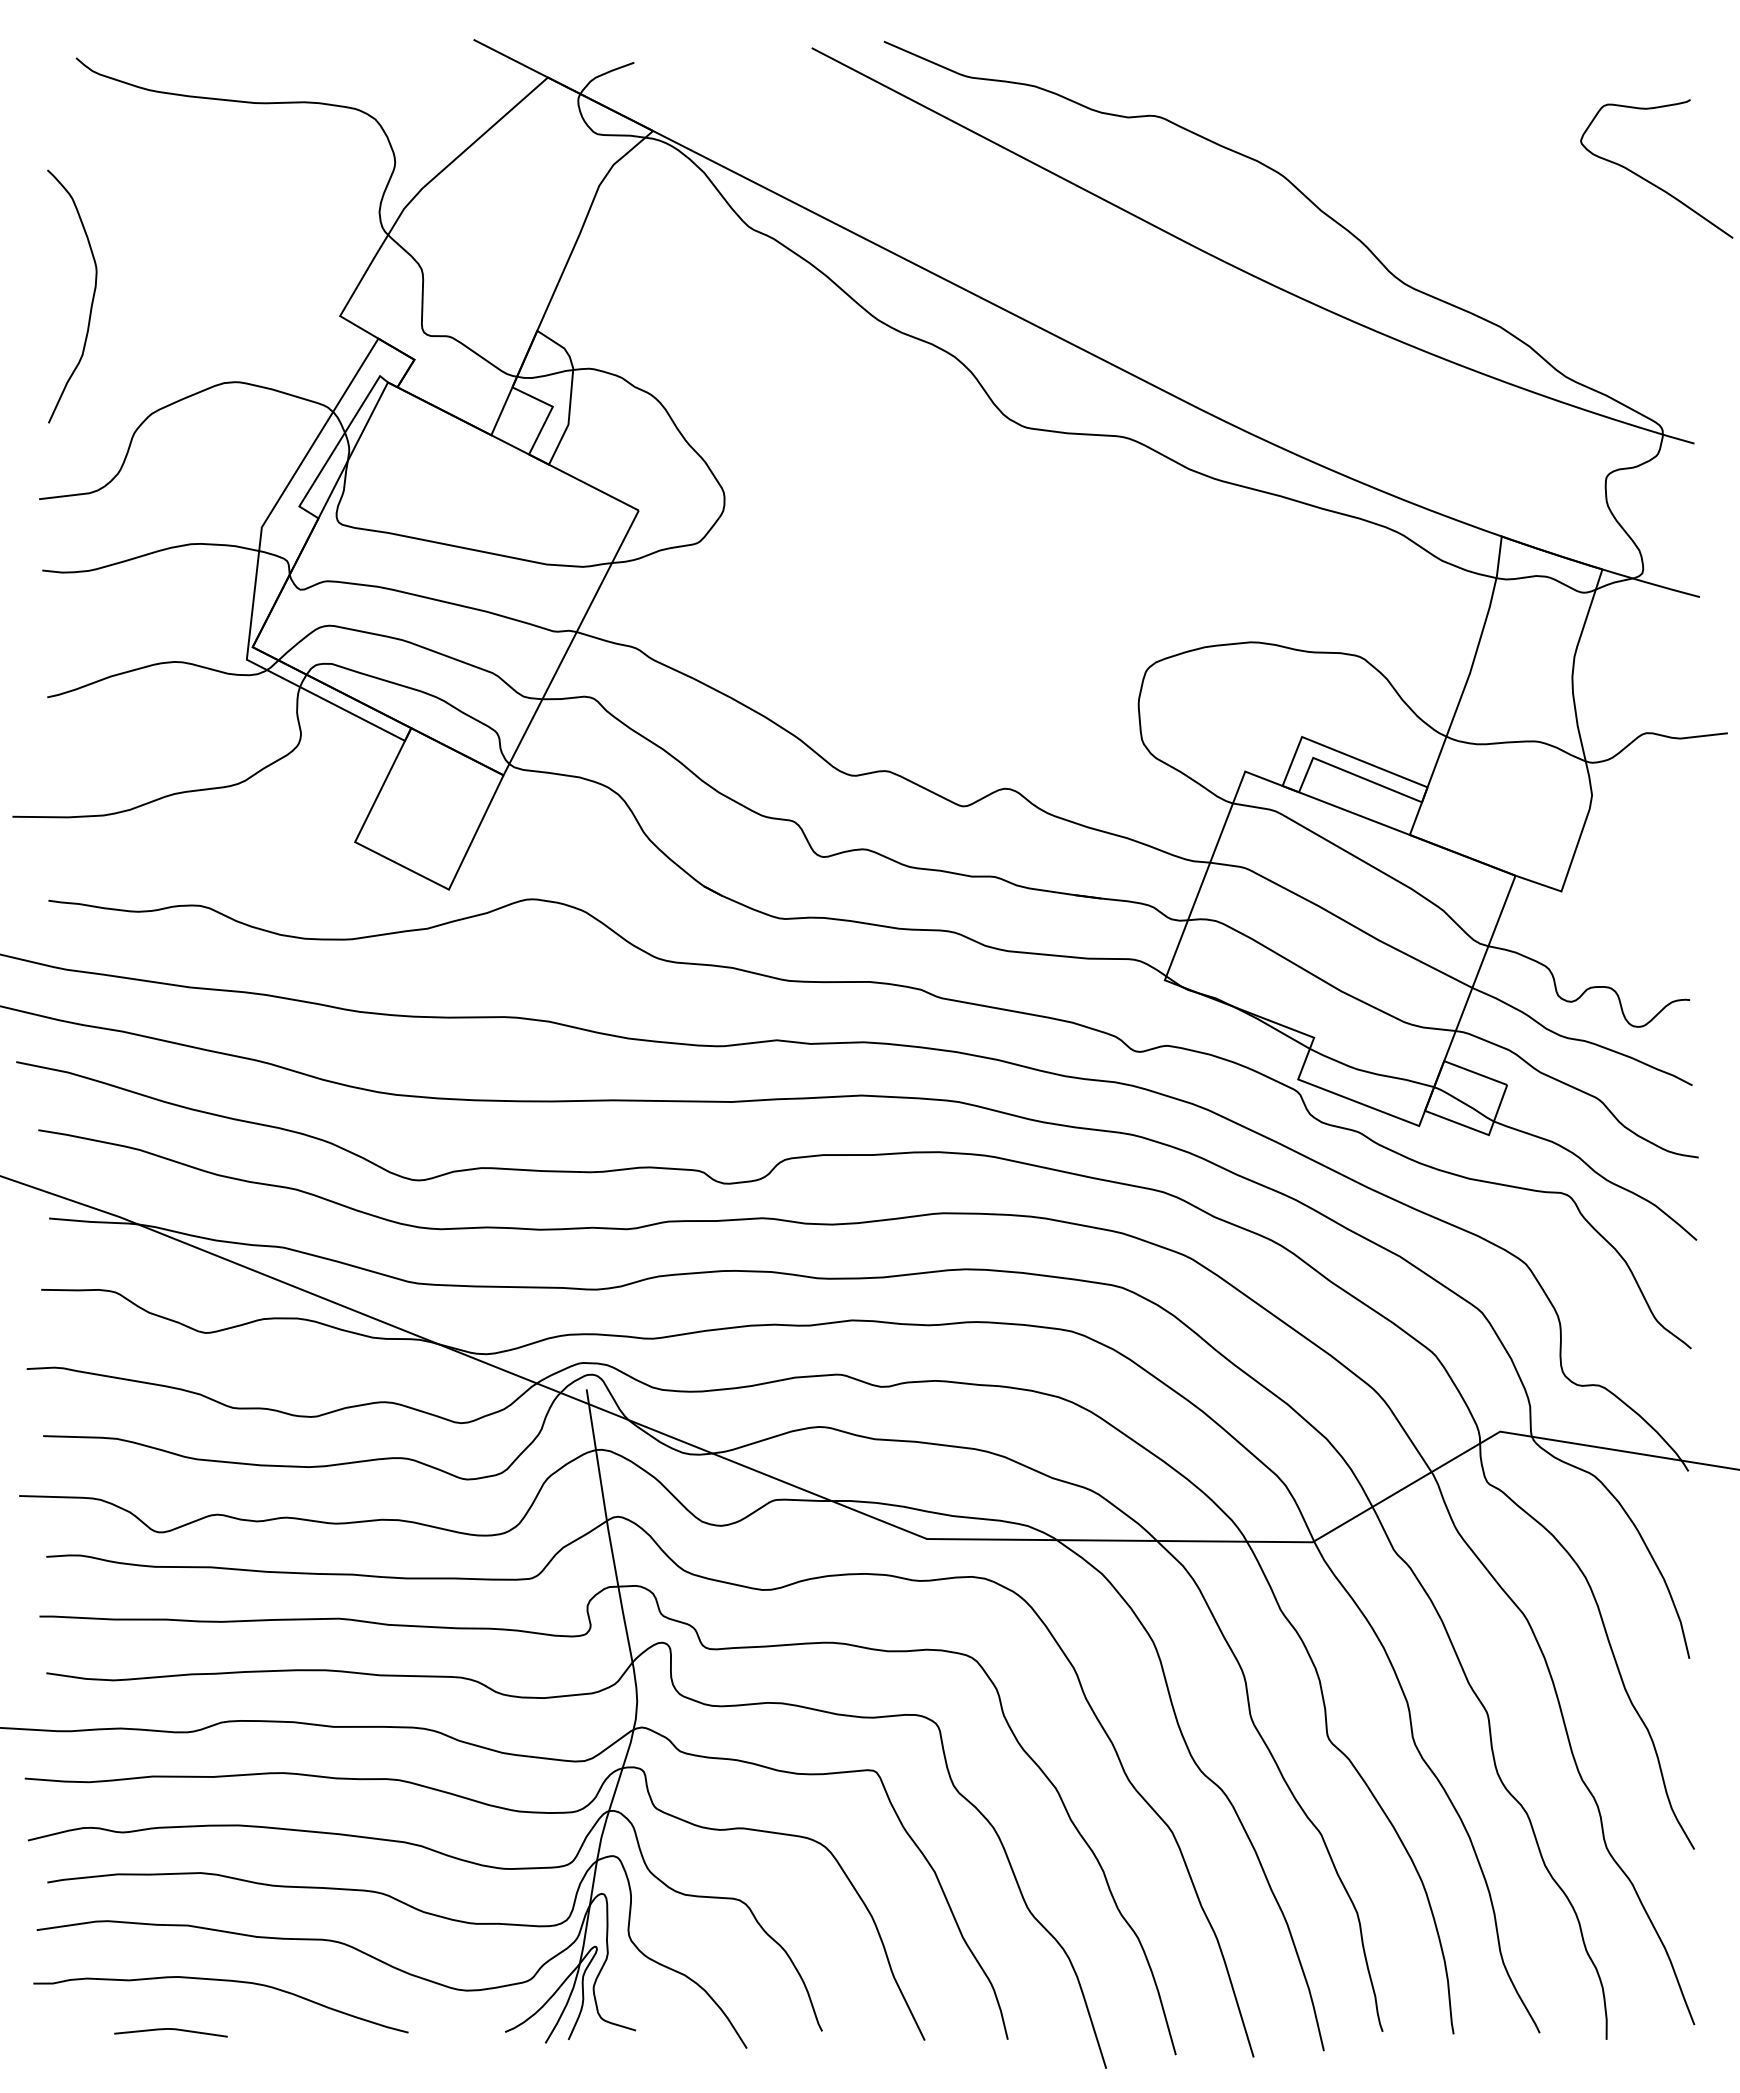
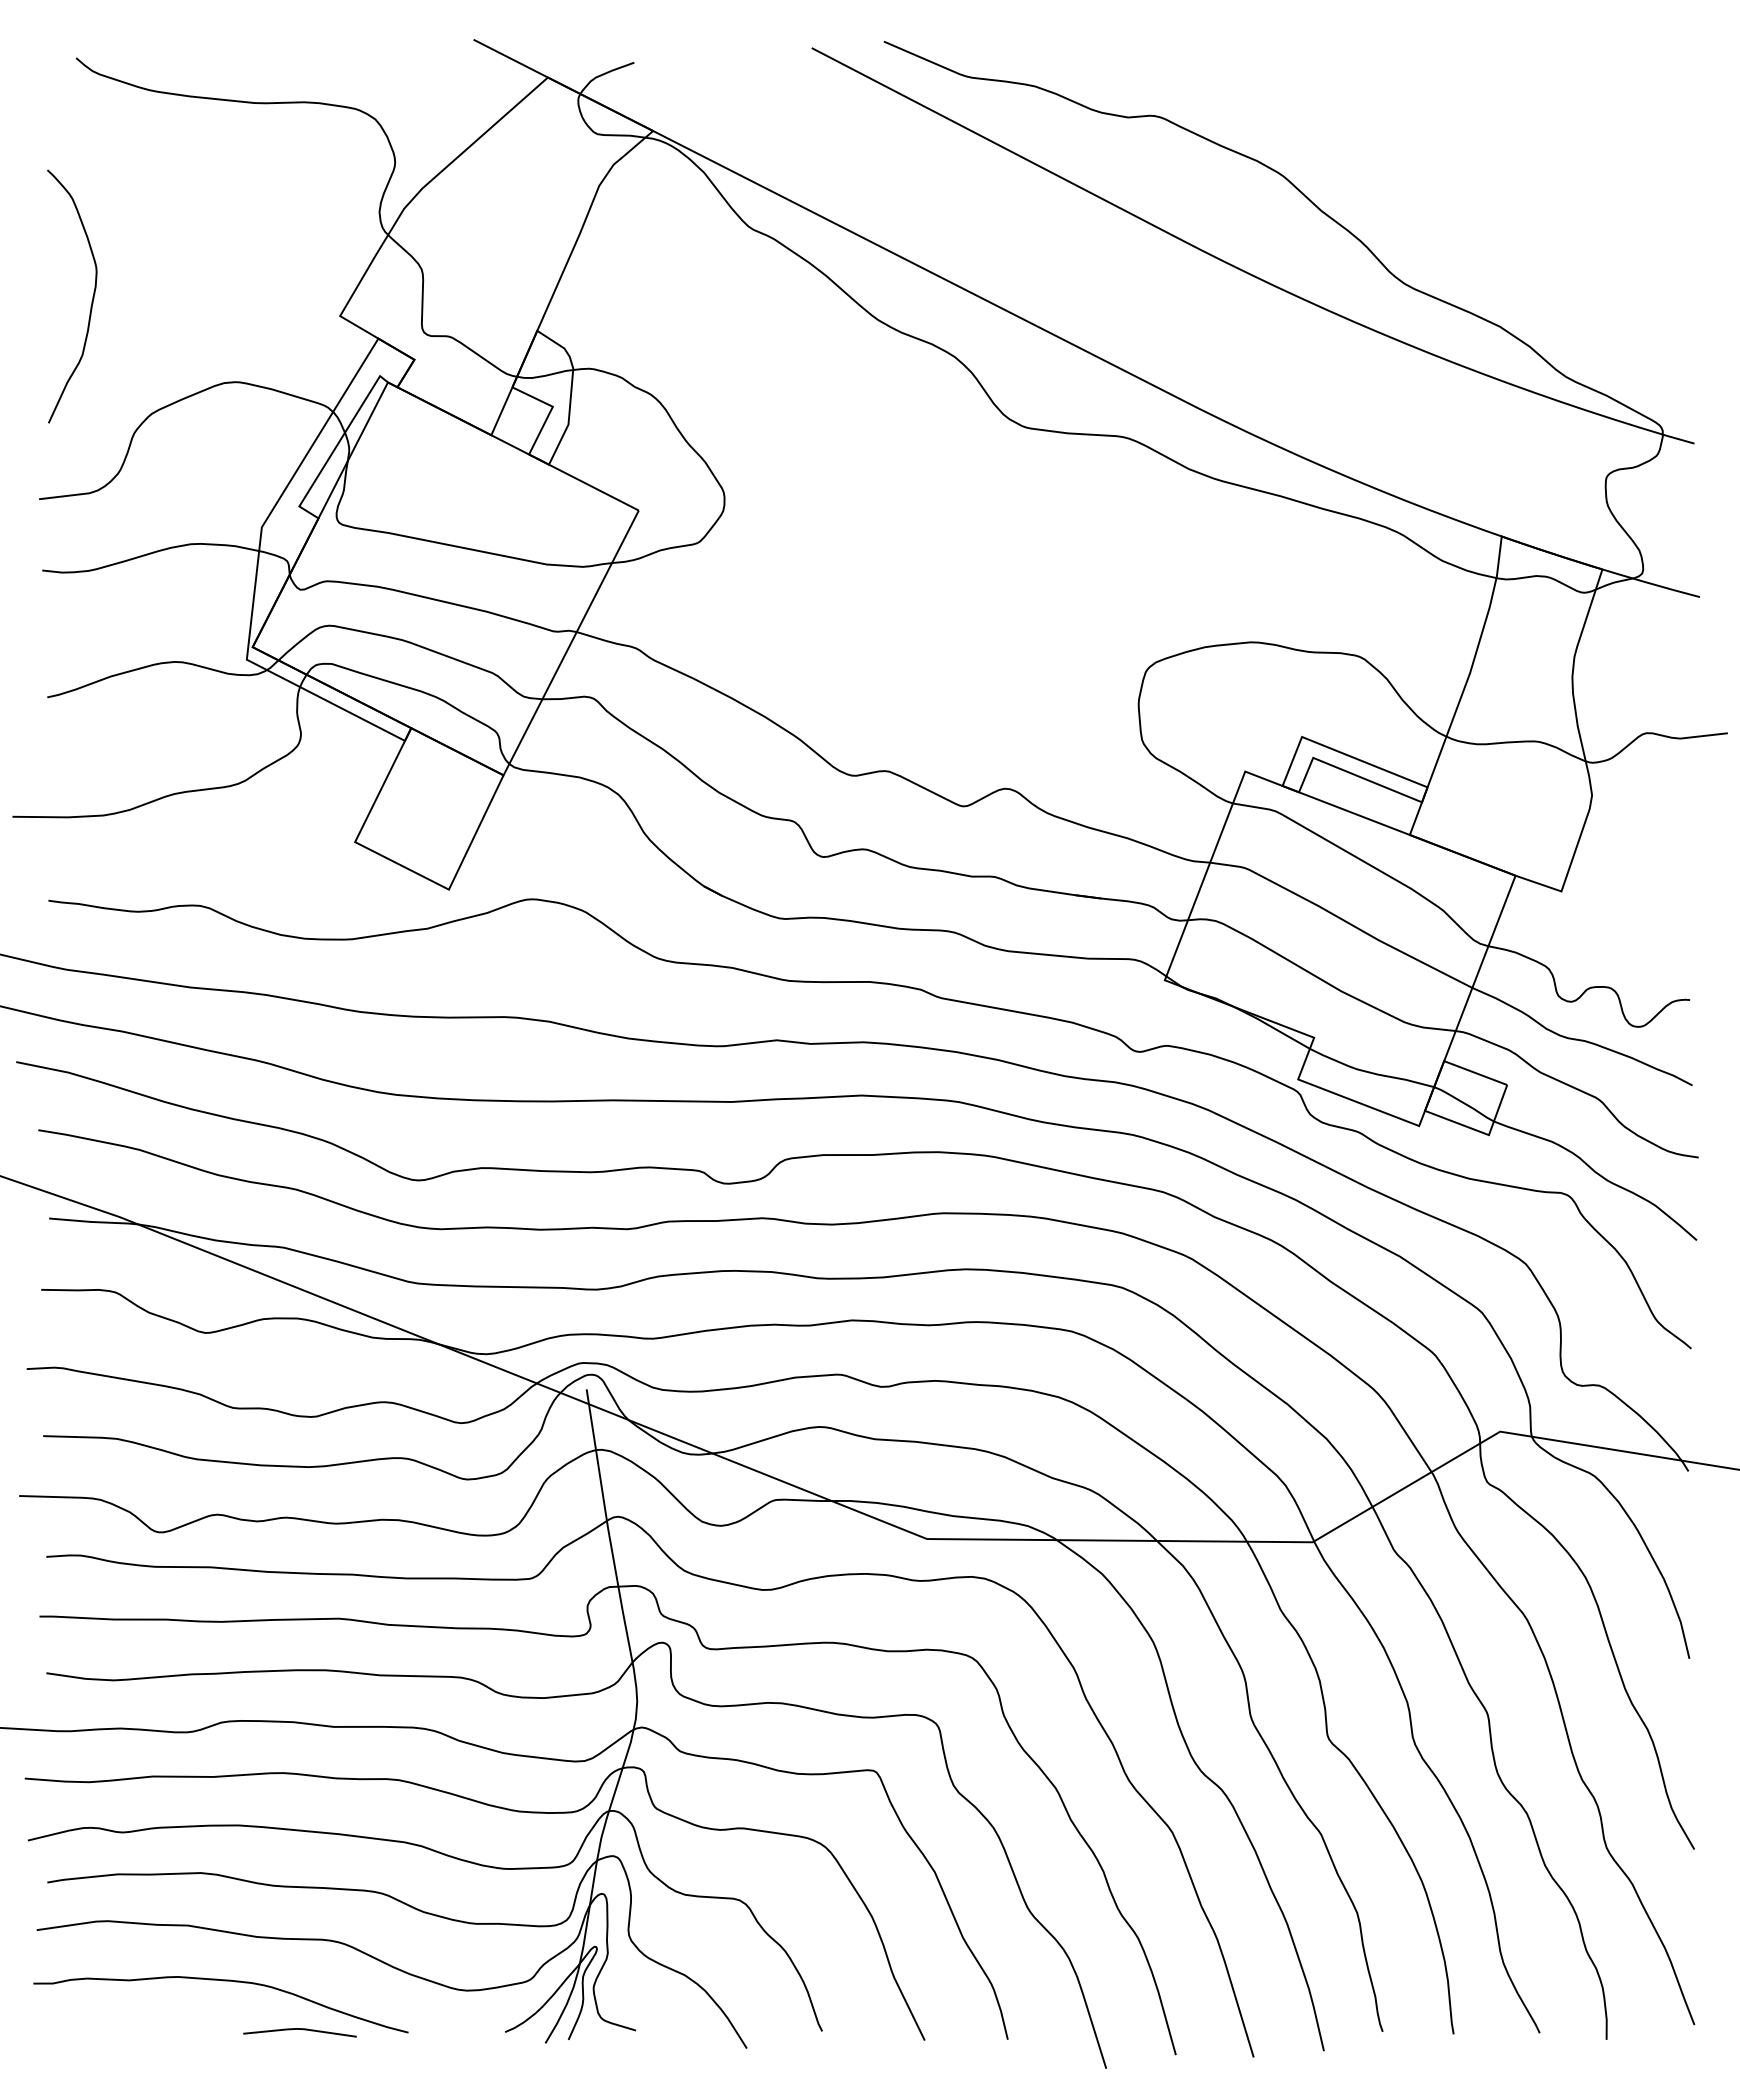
curve at (1650, 181): present -> none
line at (170, 2029) position: (170, 2029) -> (299, 2029)
